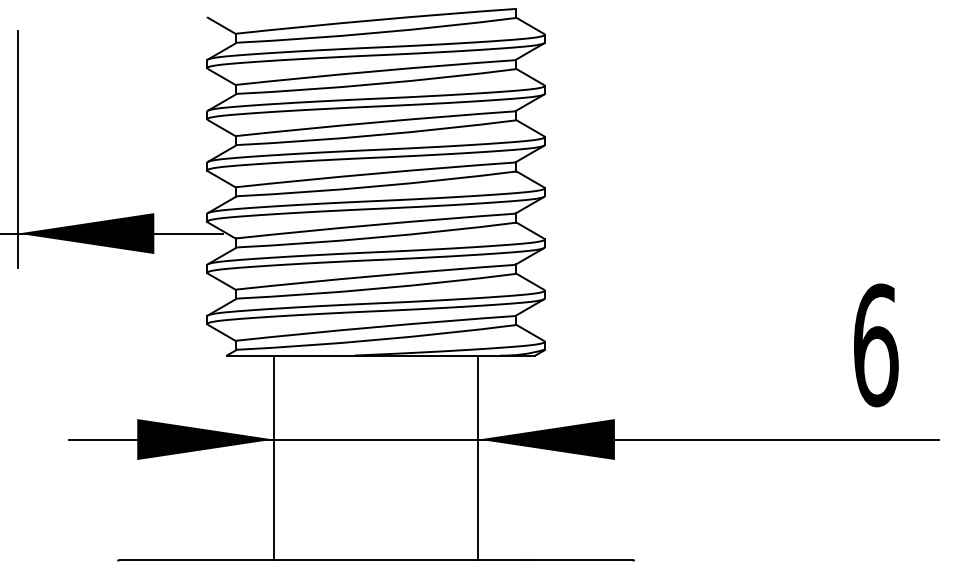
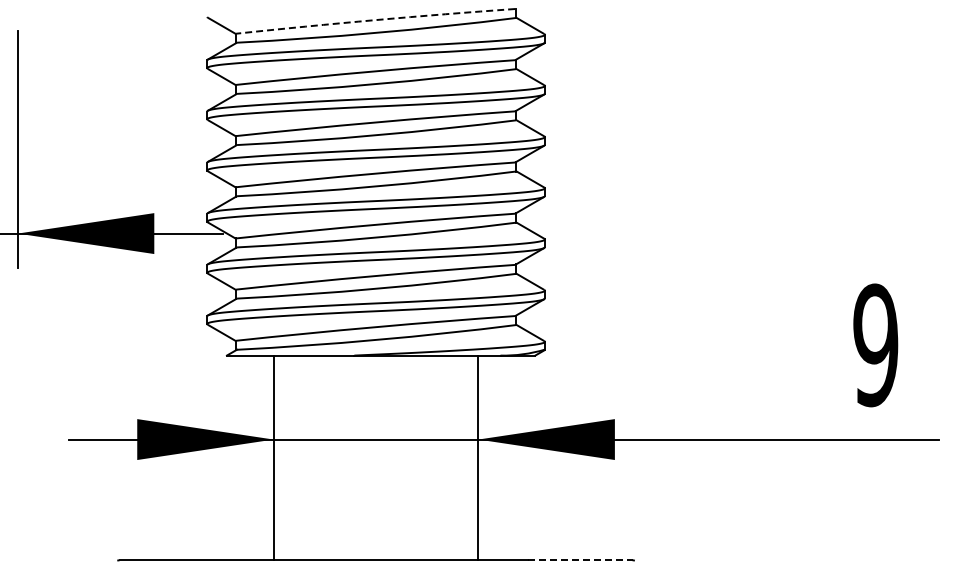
arc at (375, 20): solid -> dashed
text at (875, 345): 6 -> 9
line at (580, 560): solid -> dashed
